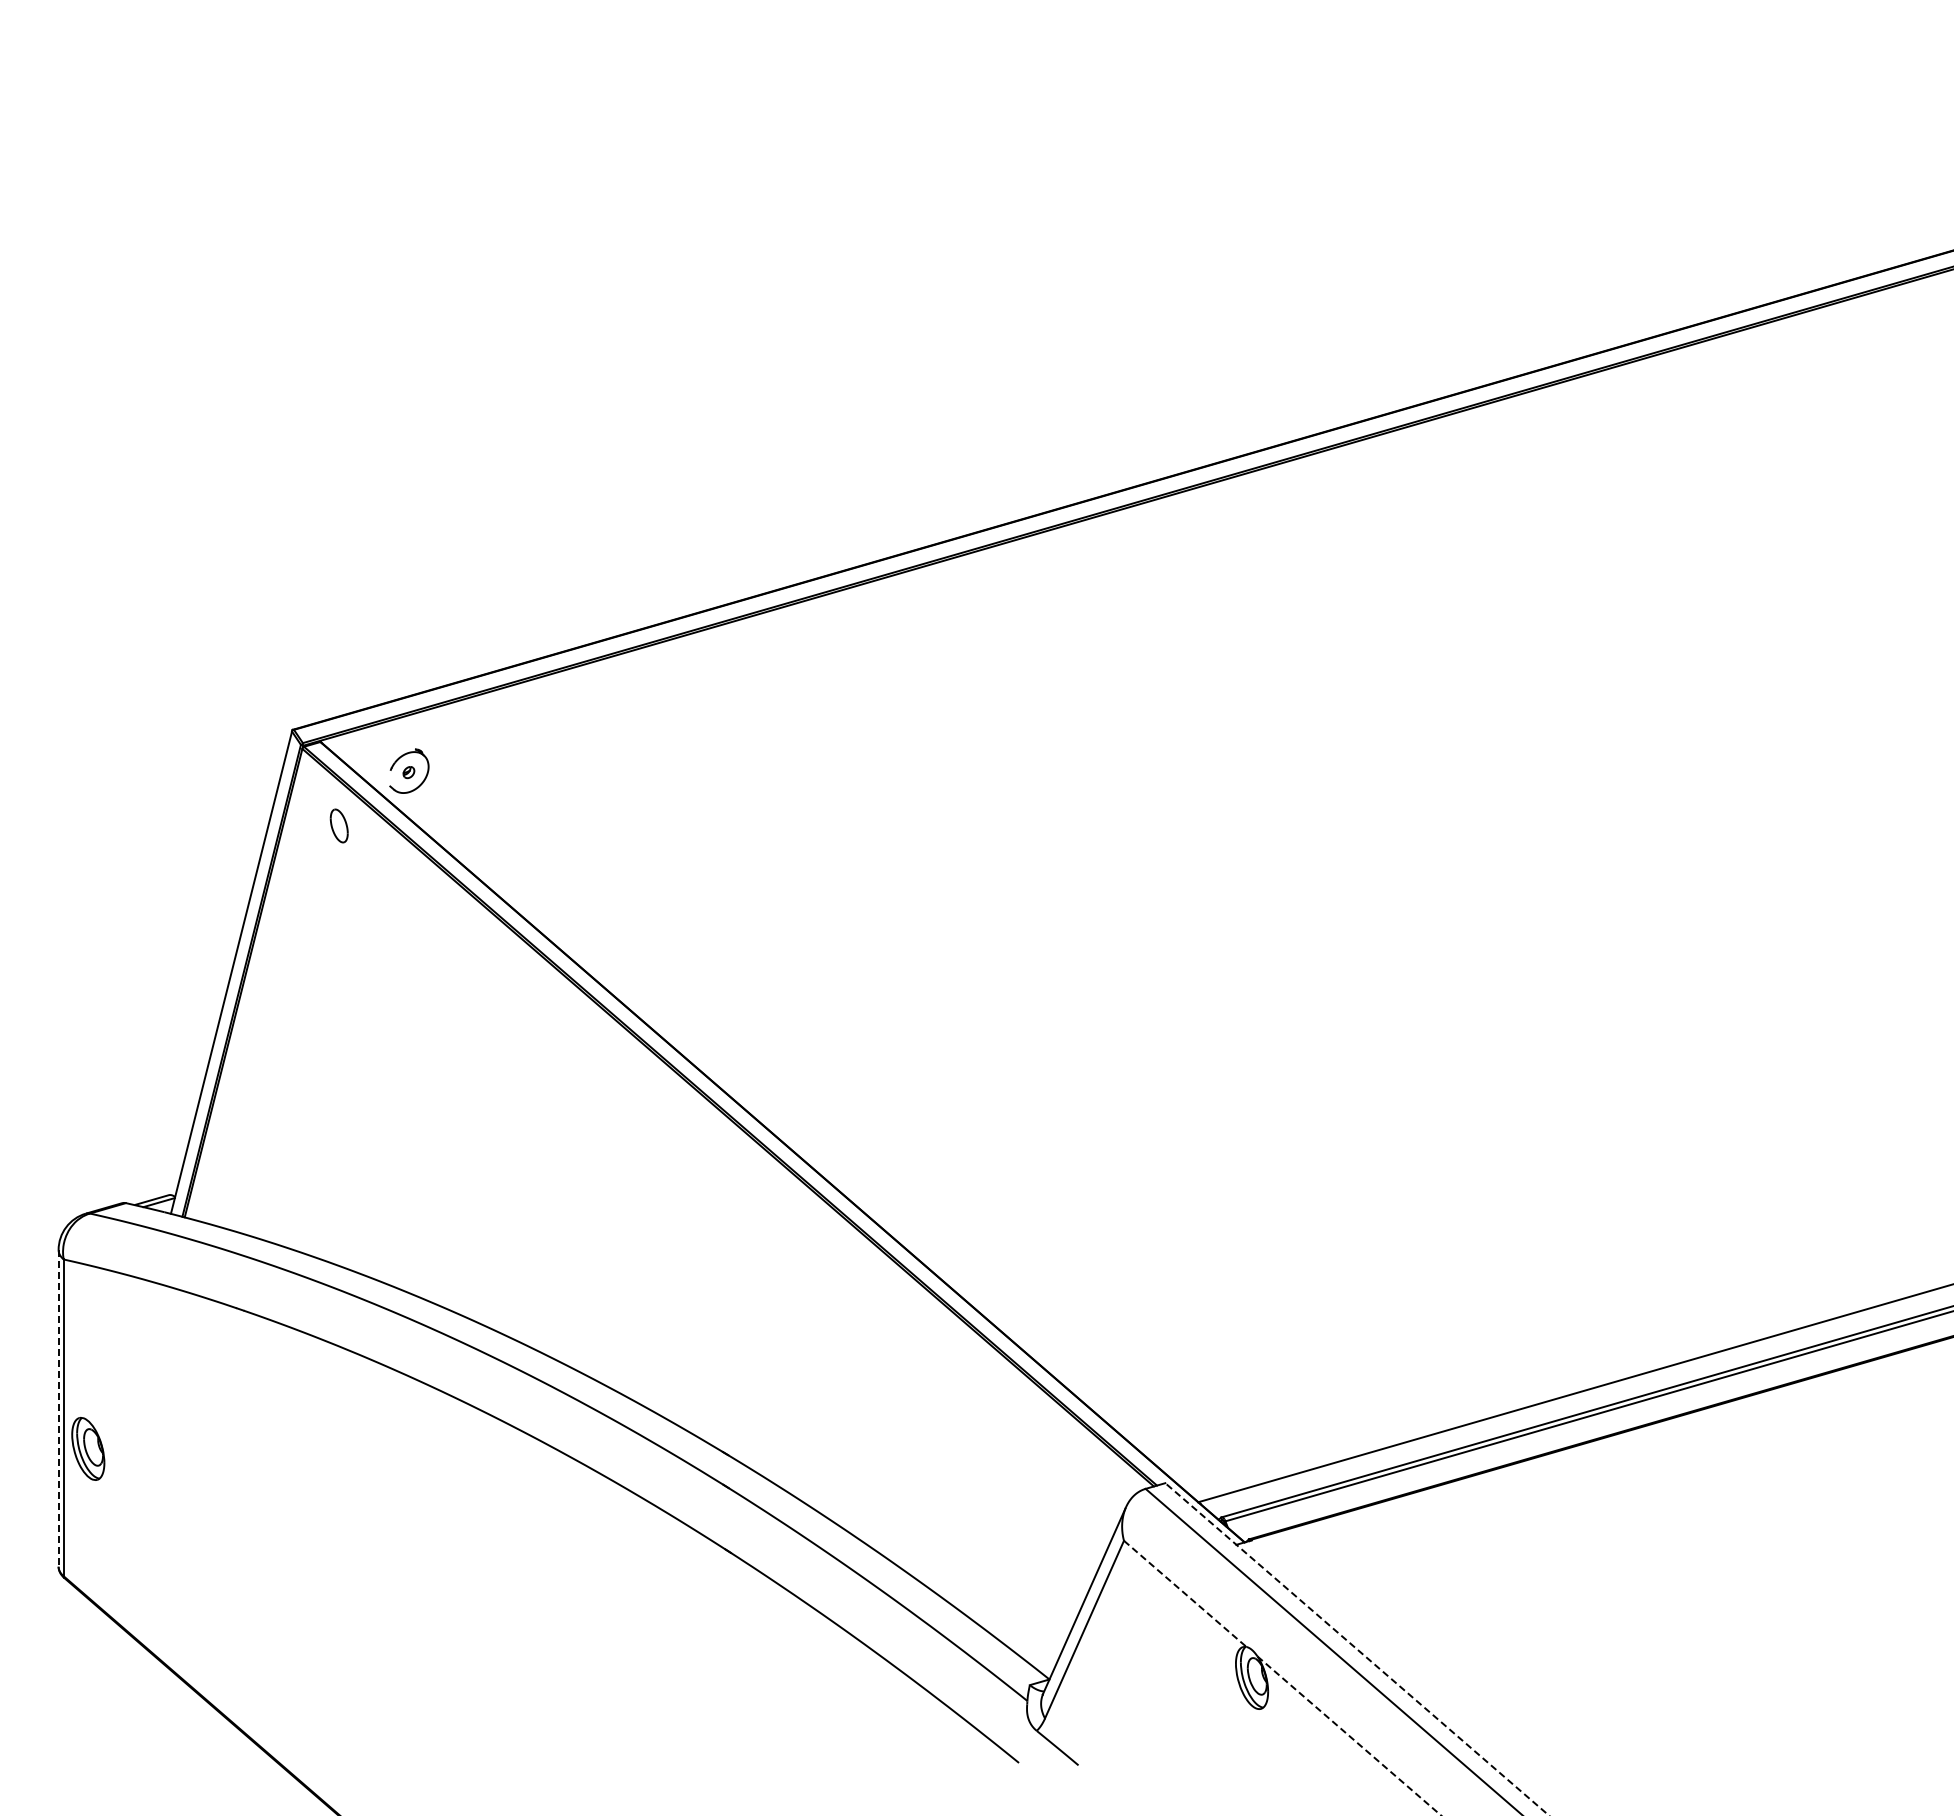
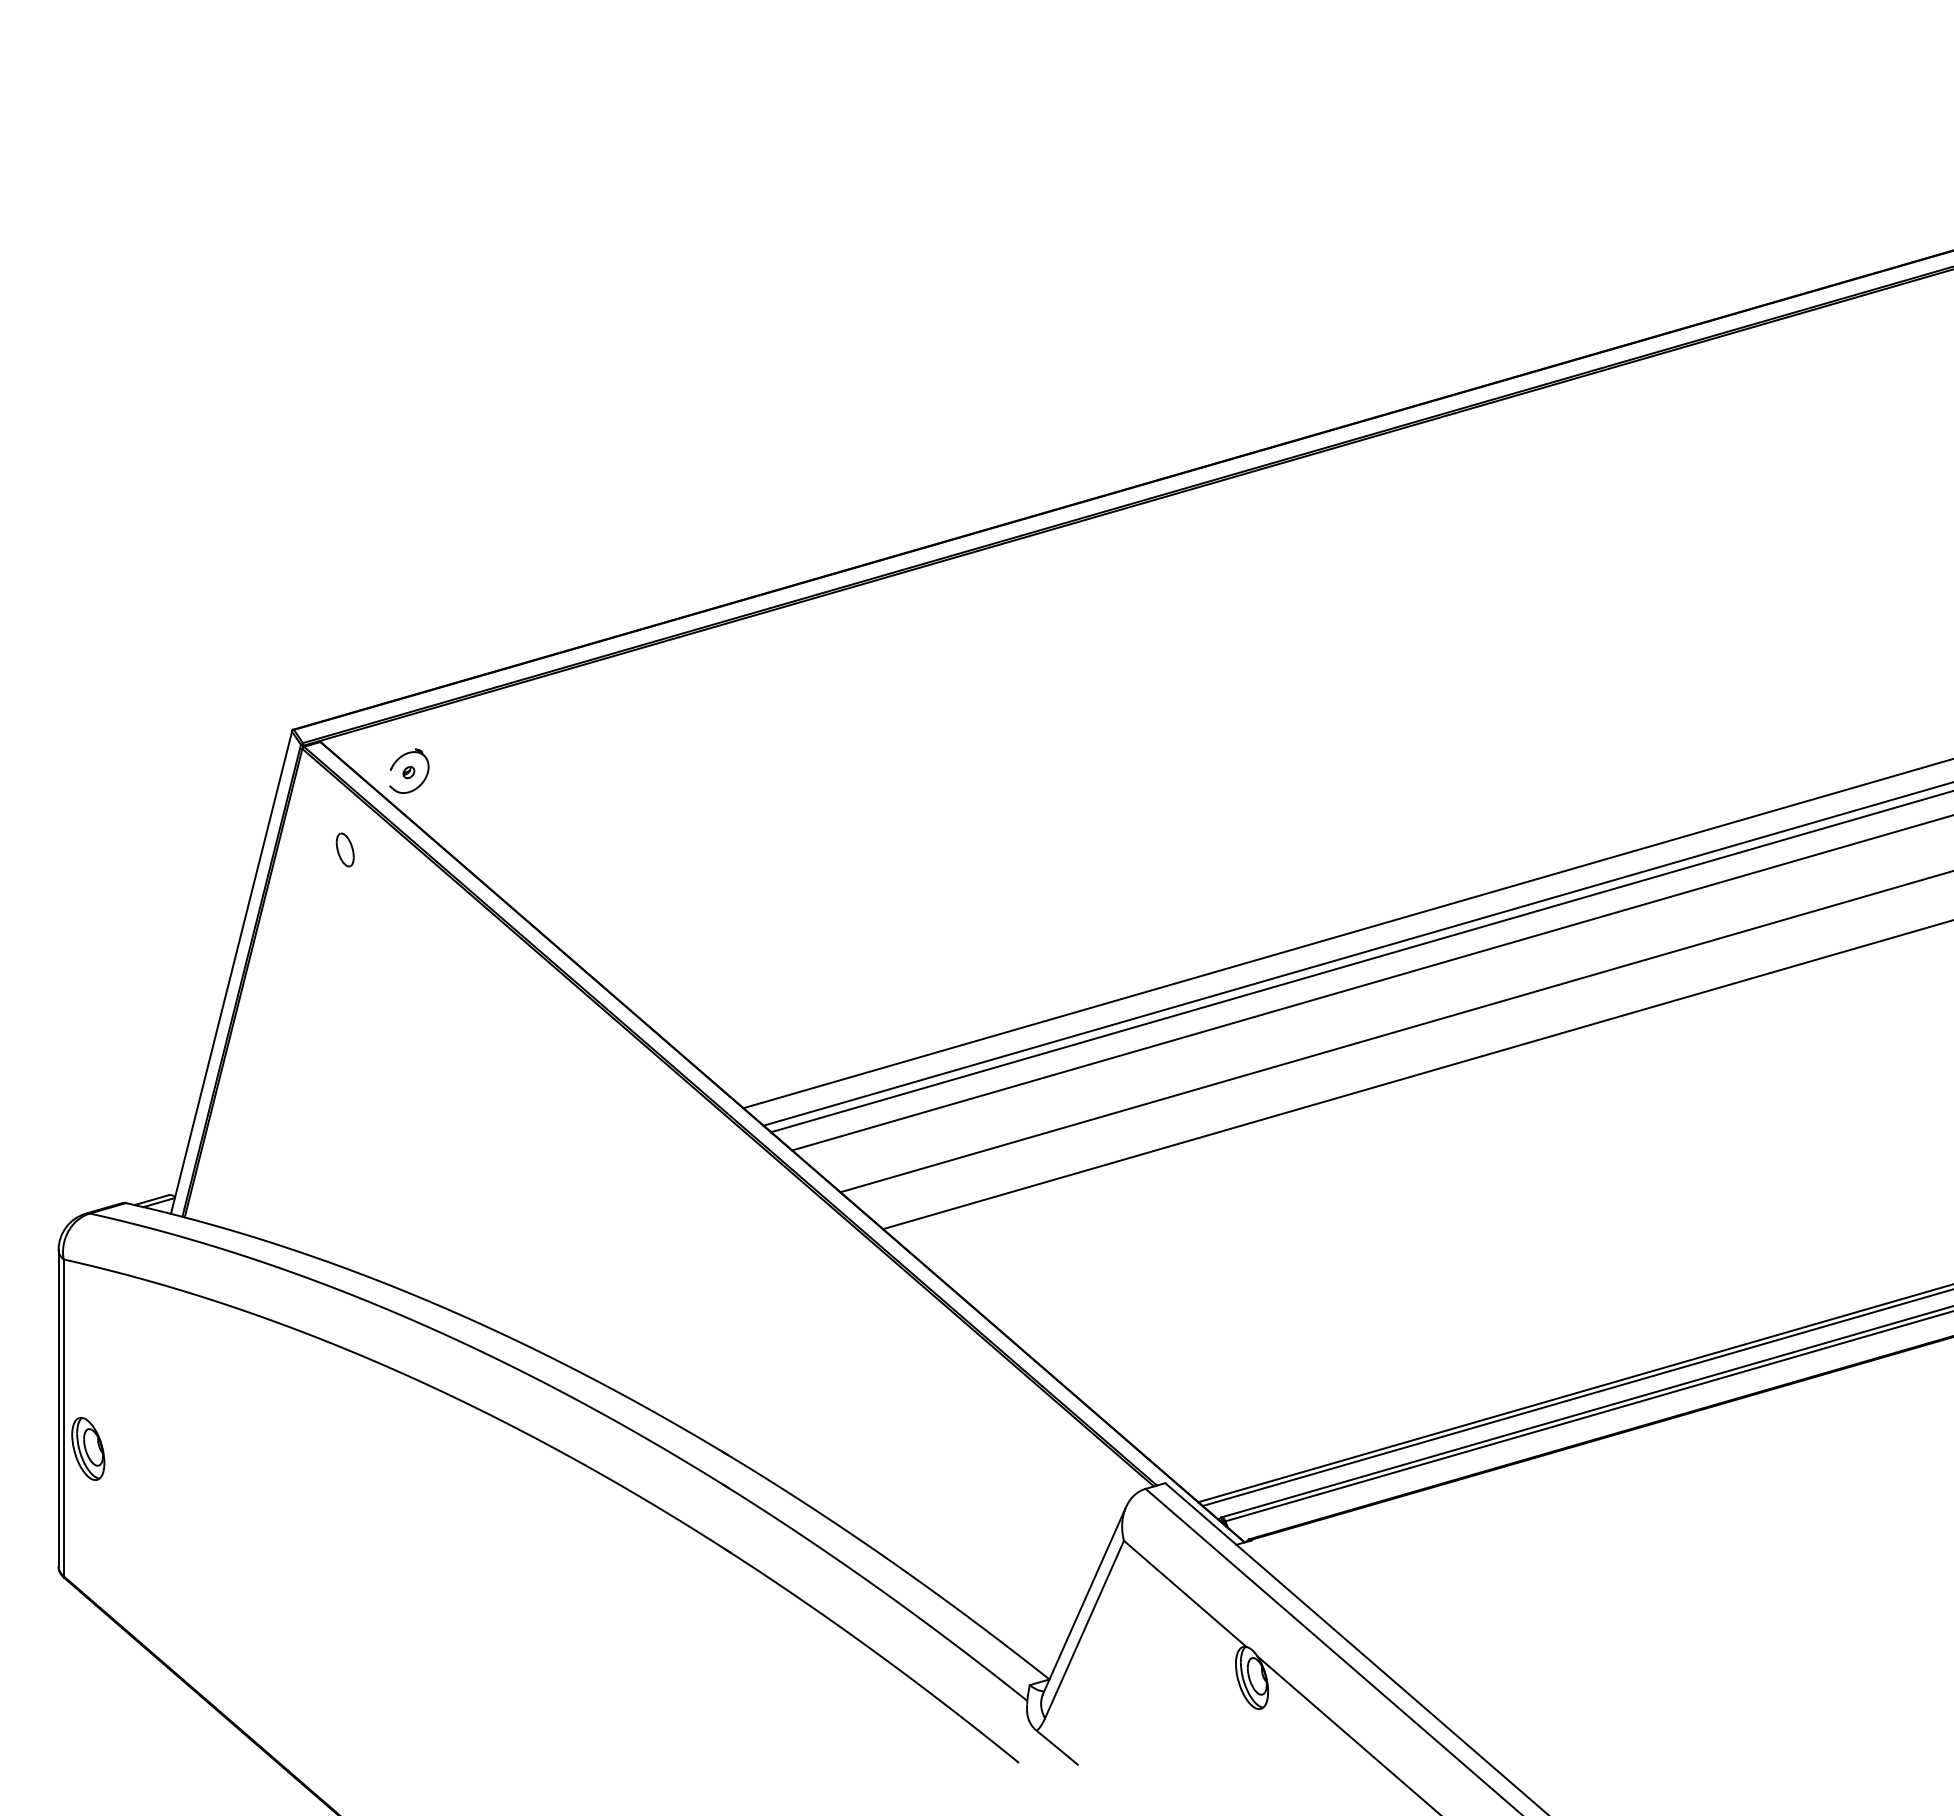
part at (338, 825) position: (338, 825) -> (344, 849)
line at (1346, 933): none -> present
line at (1356, 953): none -> present
line at (1360, 961): none -> present
line at (1371, 983): none -> present
line at (1395, 1031): none -> present
line at (1416, 1074): none -> present
line at (1576, 1398): none -> present
line at (58, 1408): dashed -> solid
line at (1185, 1594): dashed -> solid
line at (1357, 1649): dashed -> solid
line at (1349, 1736): dashed -> solid
